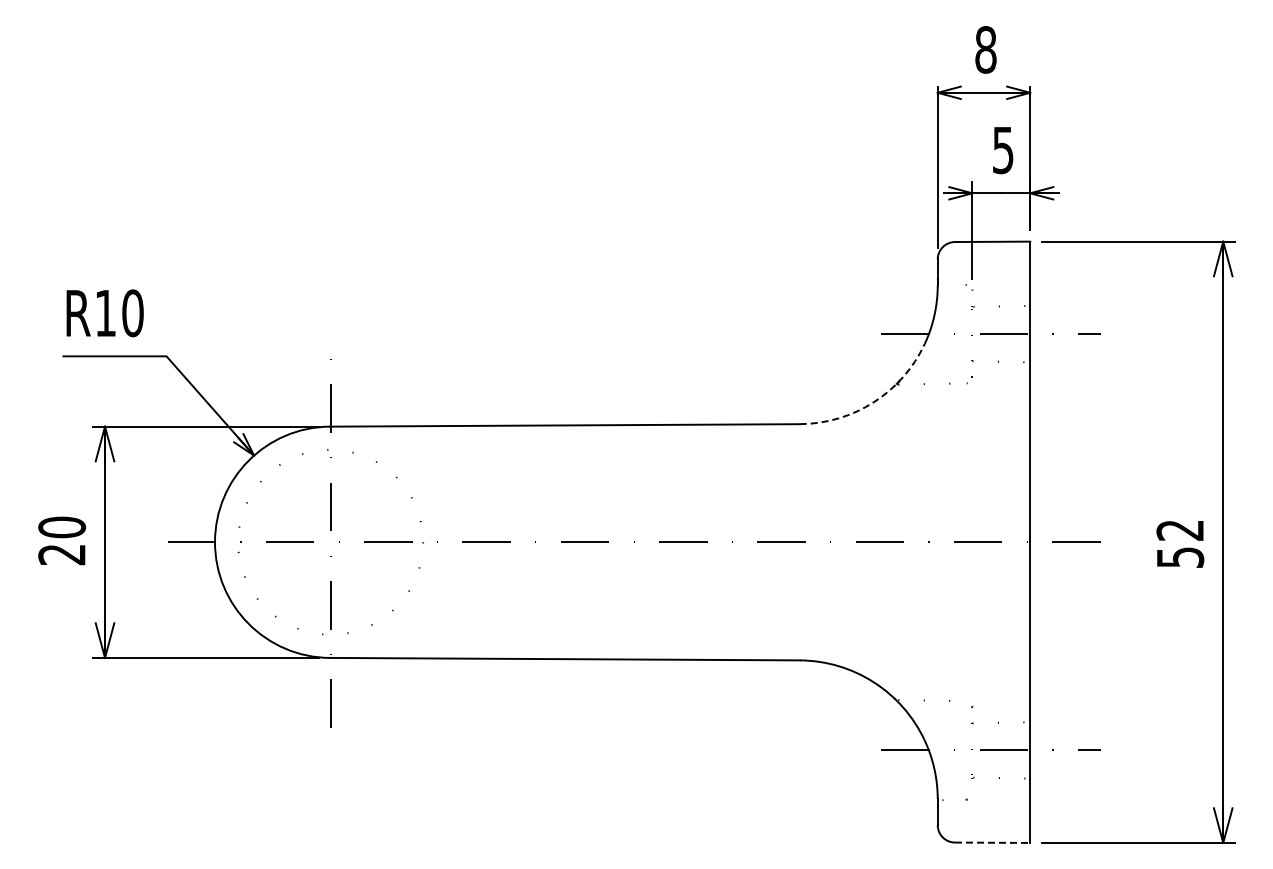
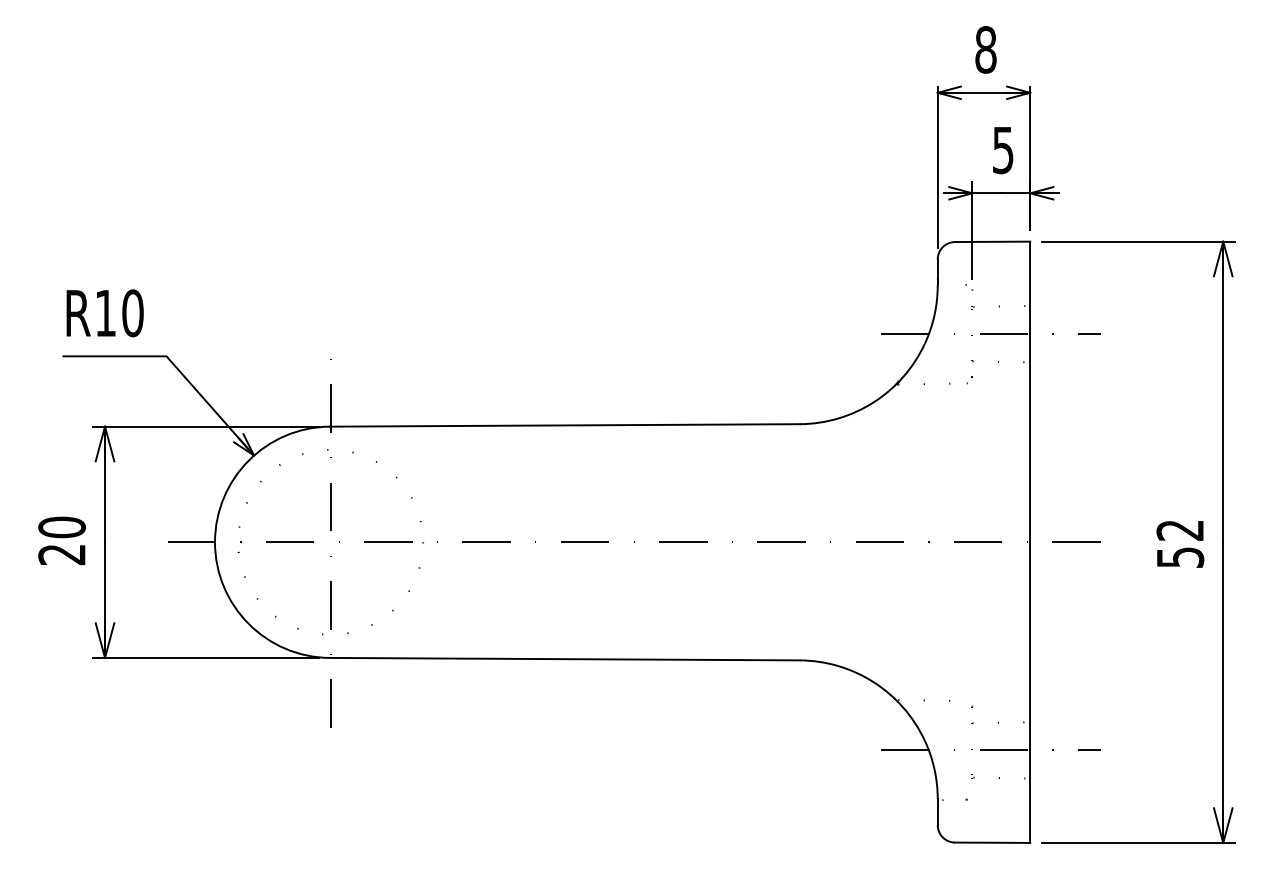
arc at (873, 402): dashed -> solid
line at (992, 842): dashed -> solid
